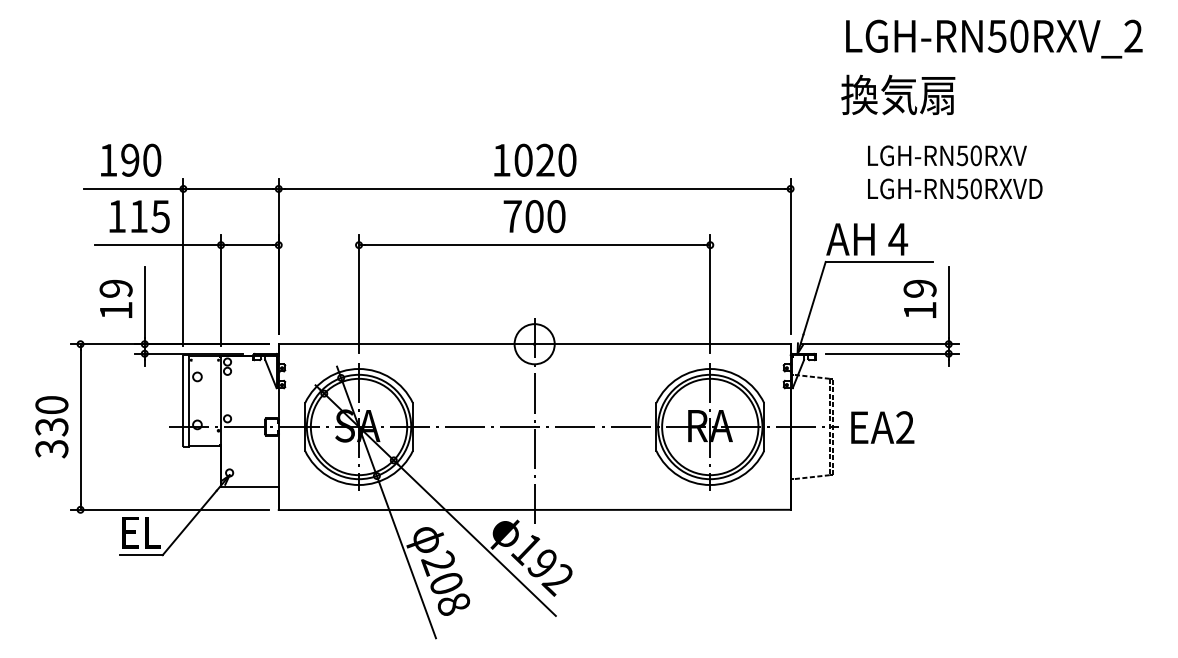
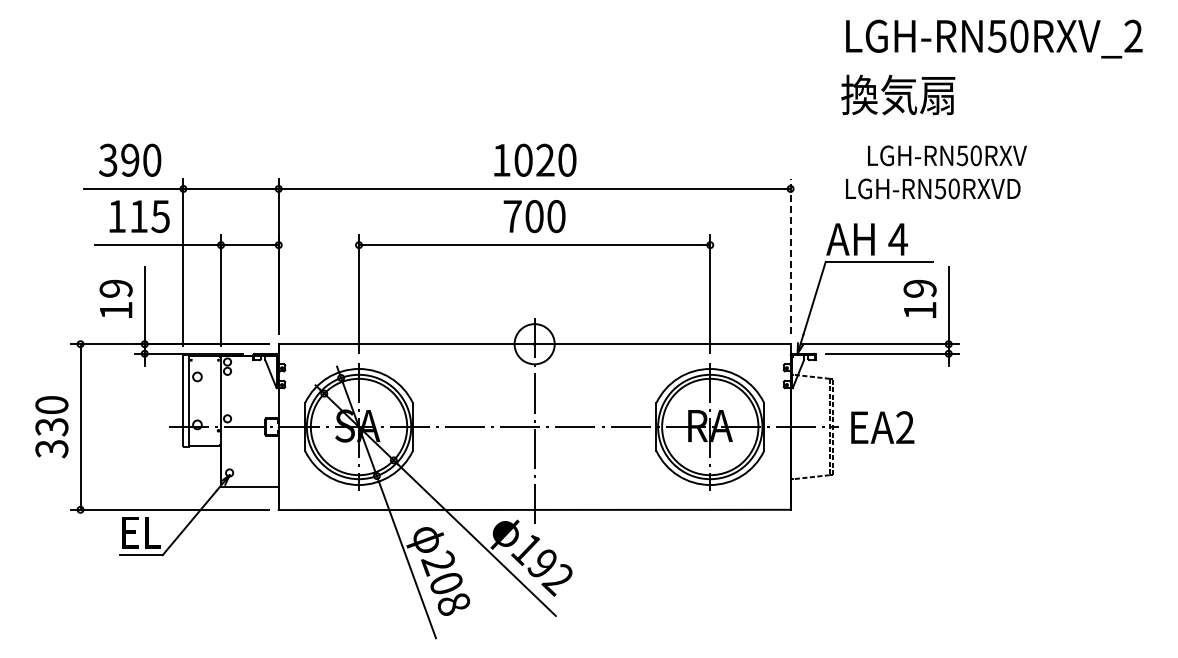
text at (108, 159): 190 -> 390
text at (955, 188) position: (955, 188) -> (933, 188)
line at (790, 256): solid -> dashed
